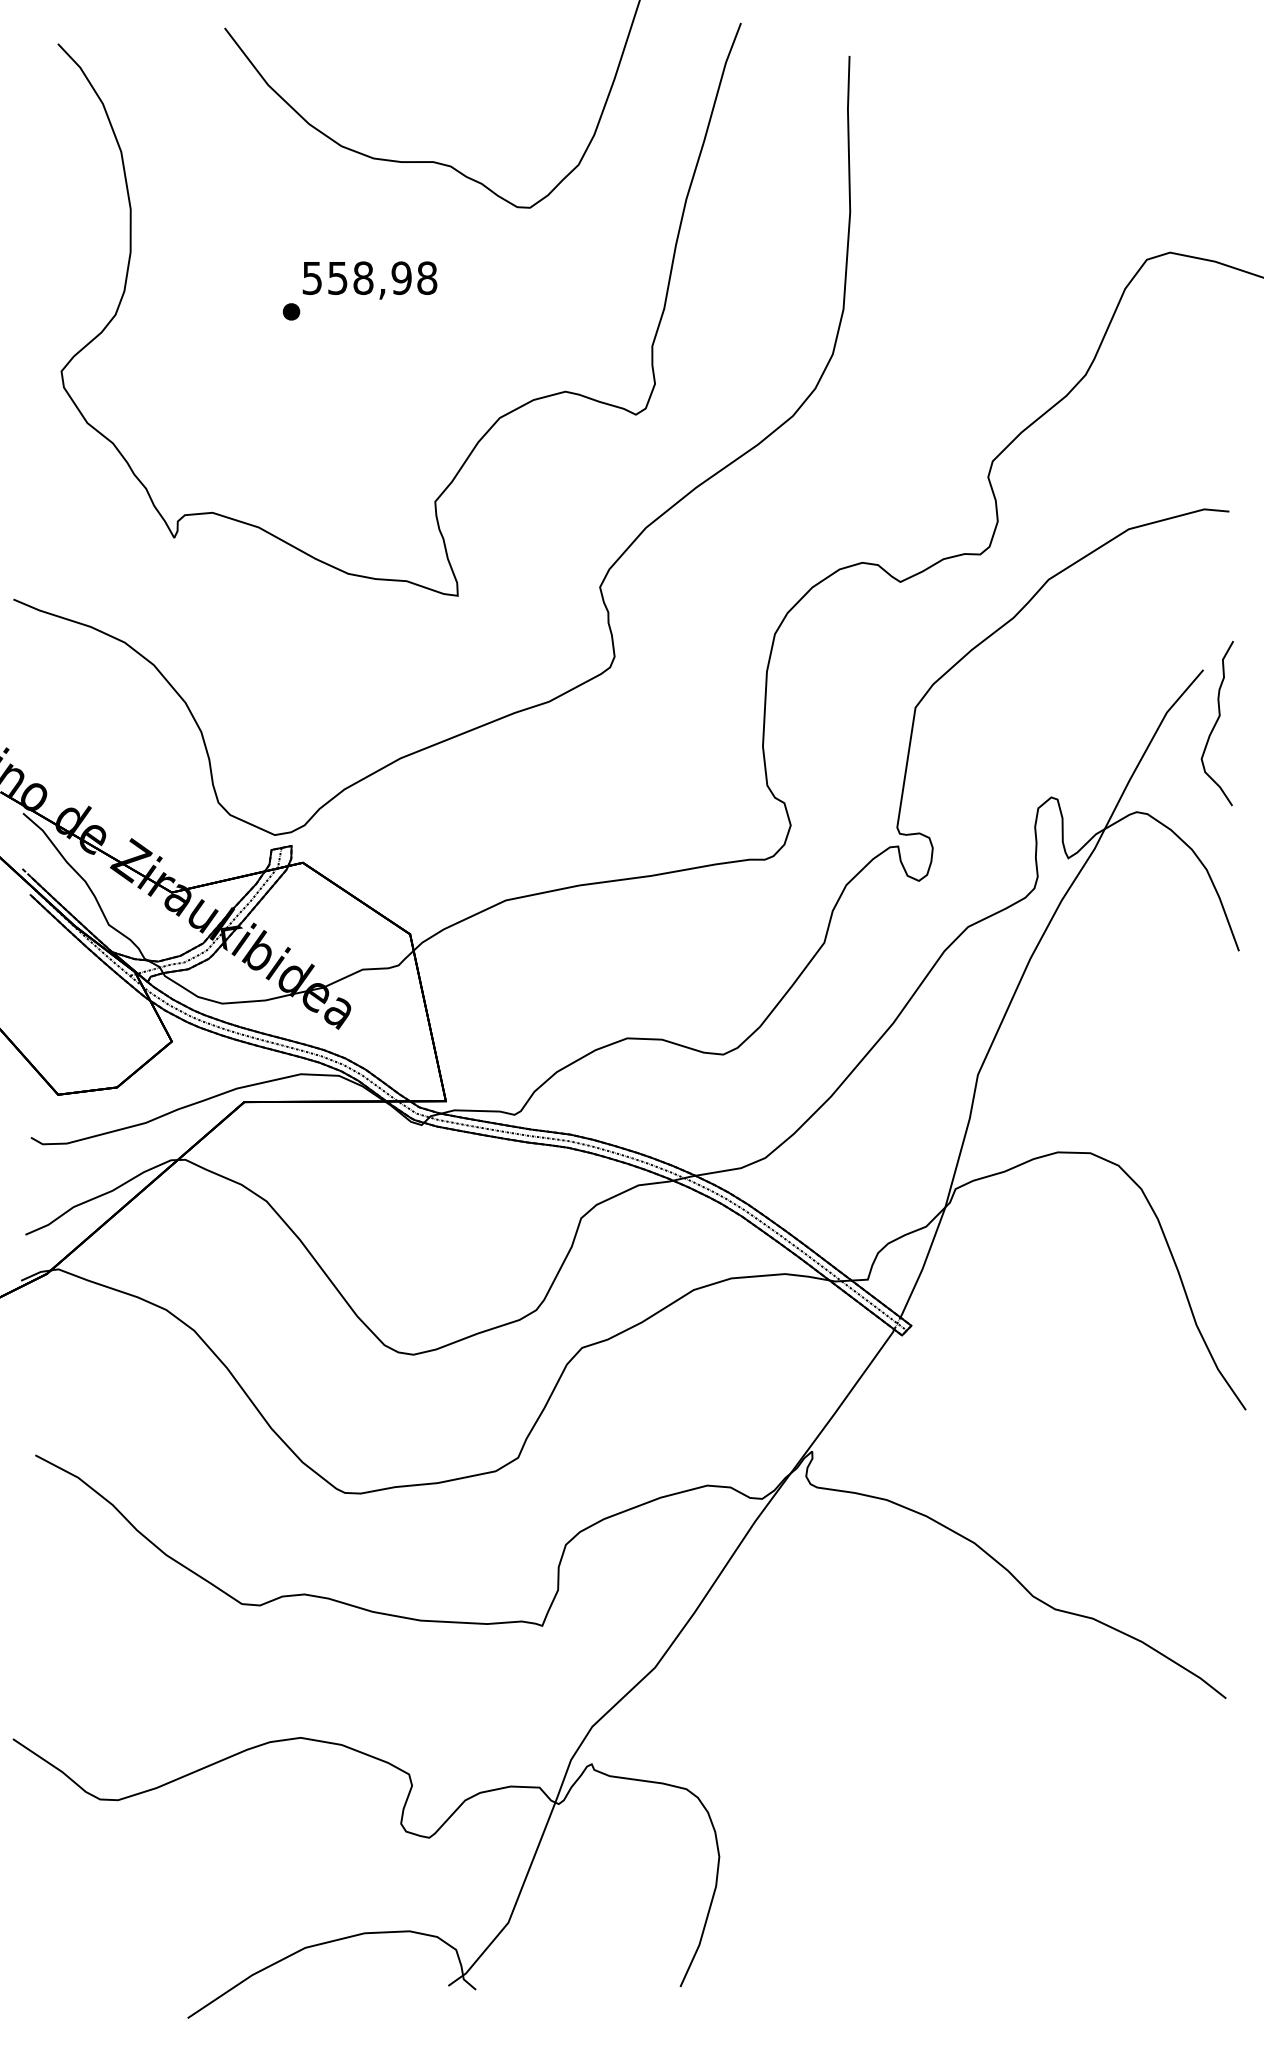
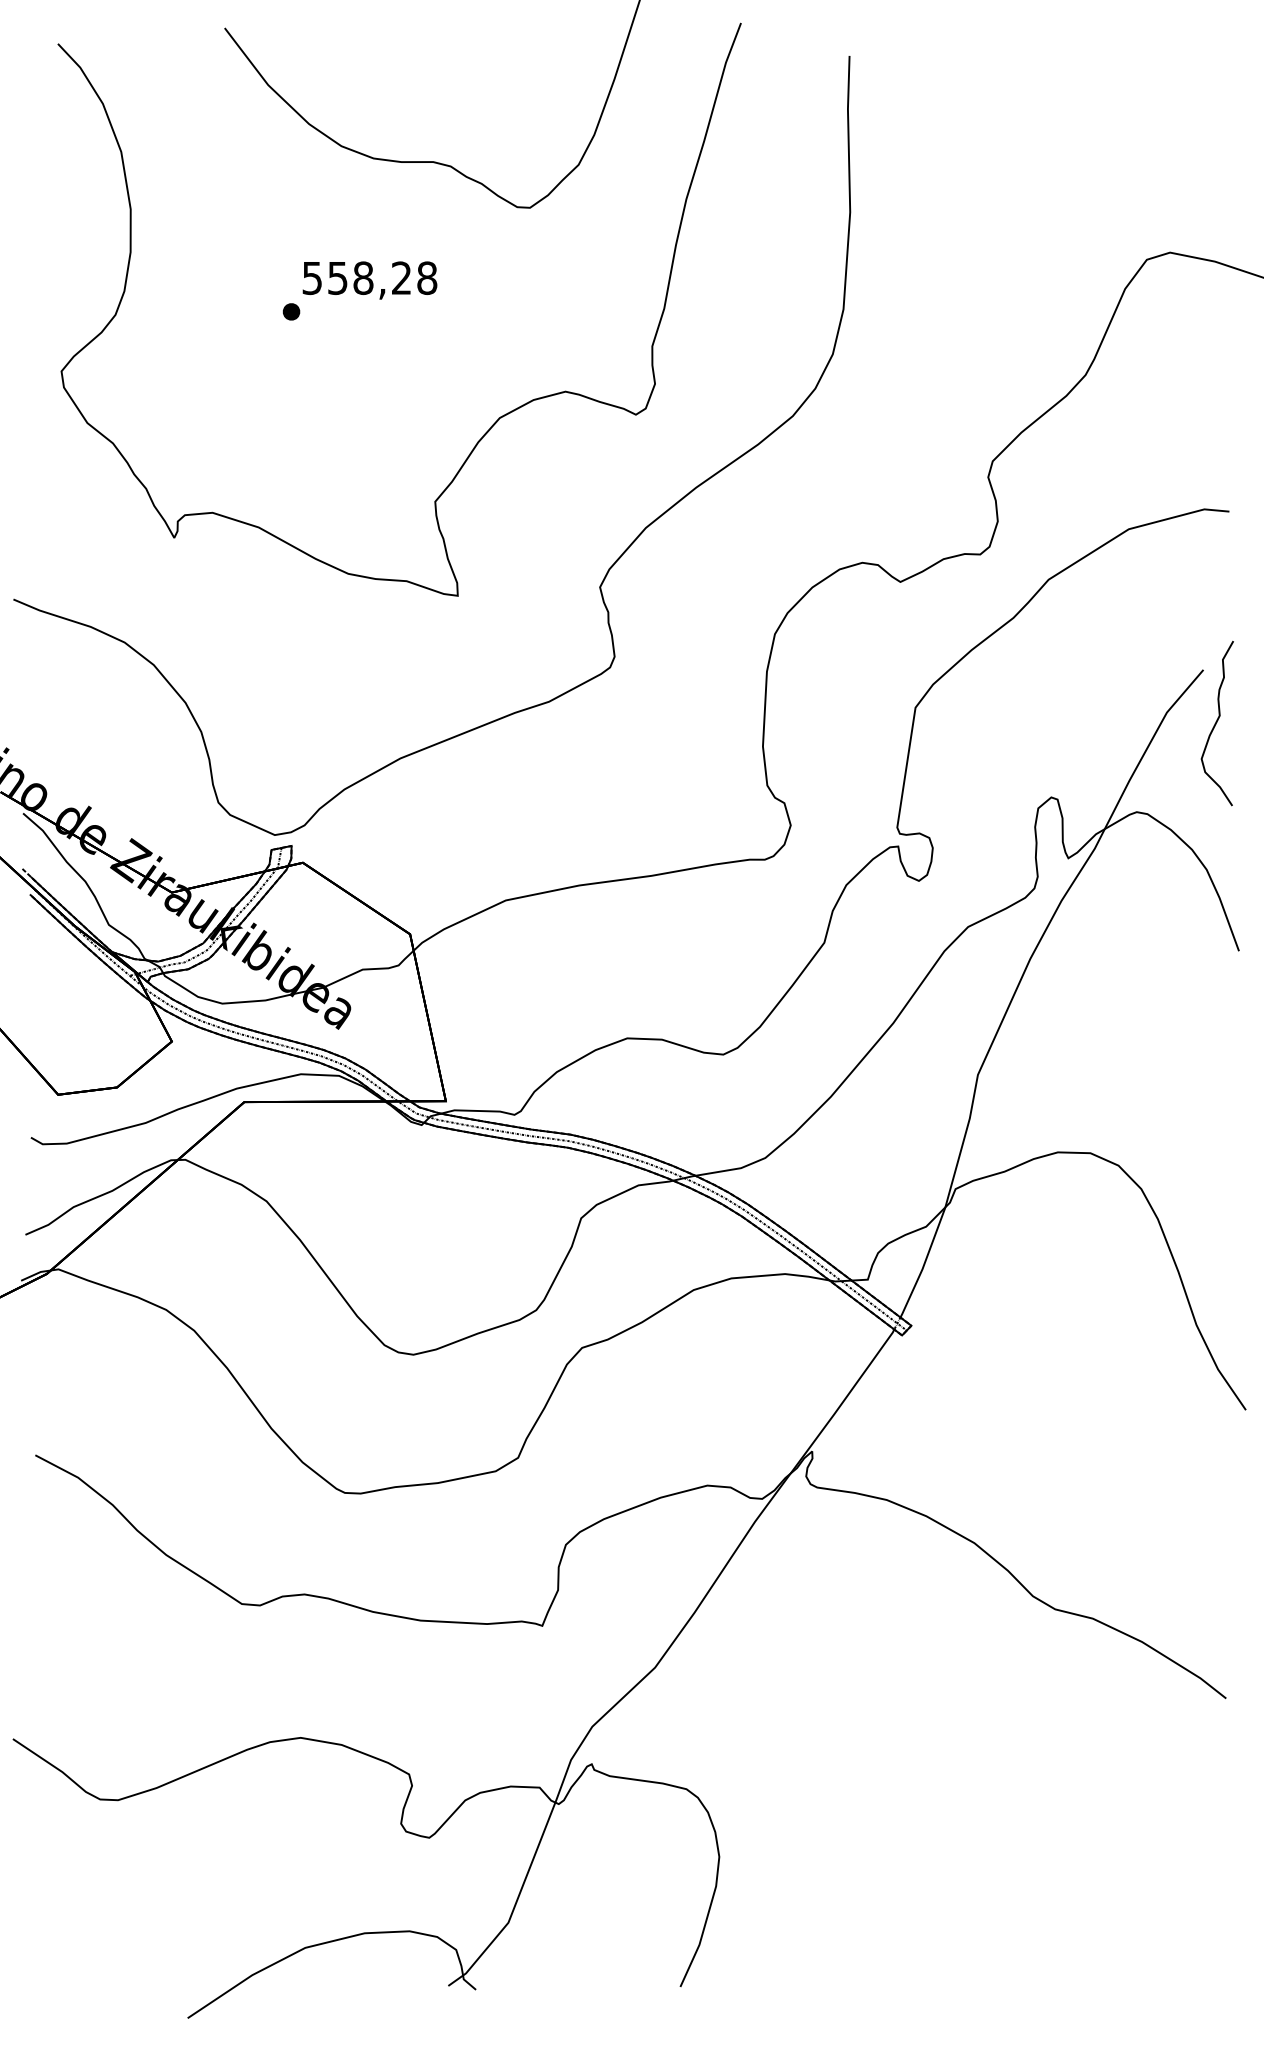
text at (401, 278): 558,98 -> 558,28
